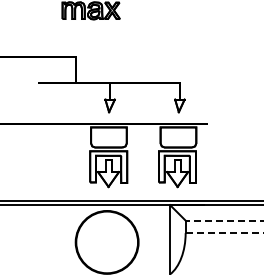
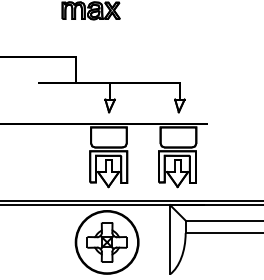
line at (224, 220): dashed -> solid
line at (224, 233): dashed -> solid
part at (106, 242): none -> present
